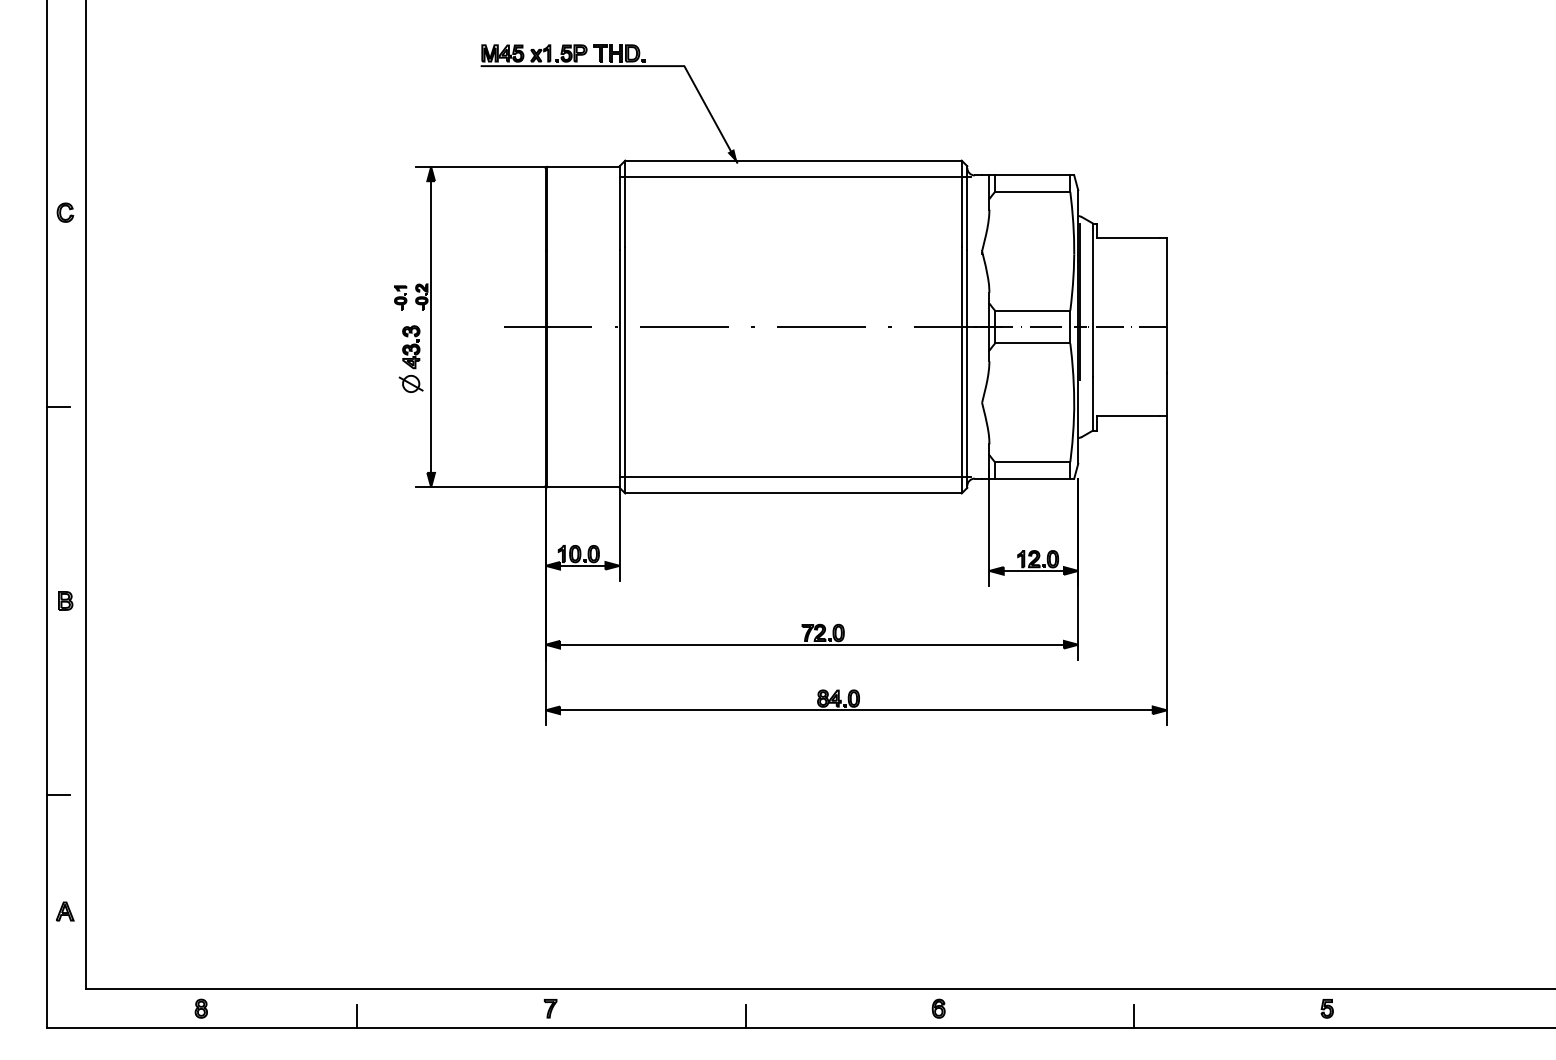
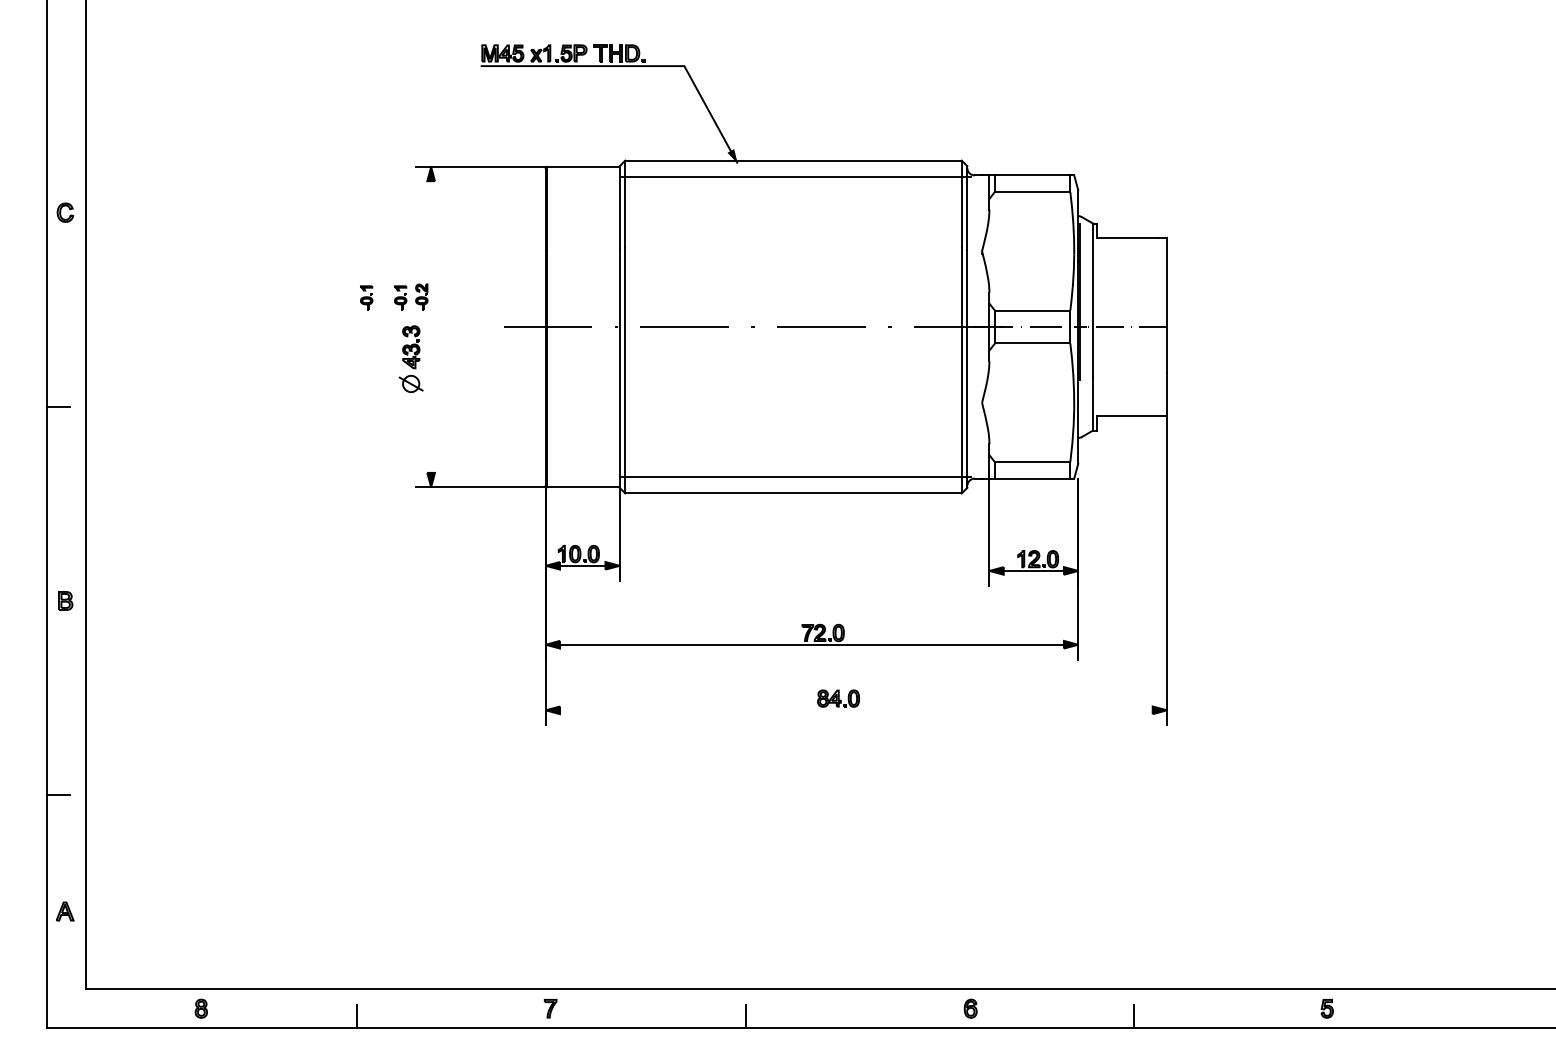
part at (366, 297): none -> present
line at (431, 326): present -> none
line at (856, 710): present -> none
part at (938, 1008) position: (938, 1008) -> (970, 1008)
